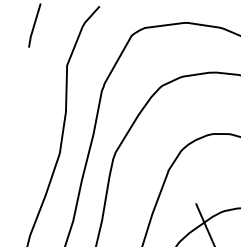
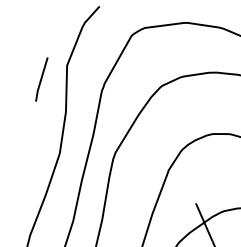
line at (34, 25) position: (34, 25) -> (41, 79)
